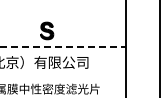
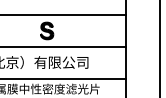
line at (63, 14): none -> present
line at (63, 46): dashed -> solid
line at (63, 78): none -> present
